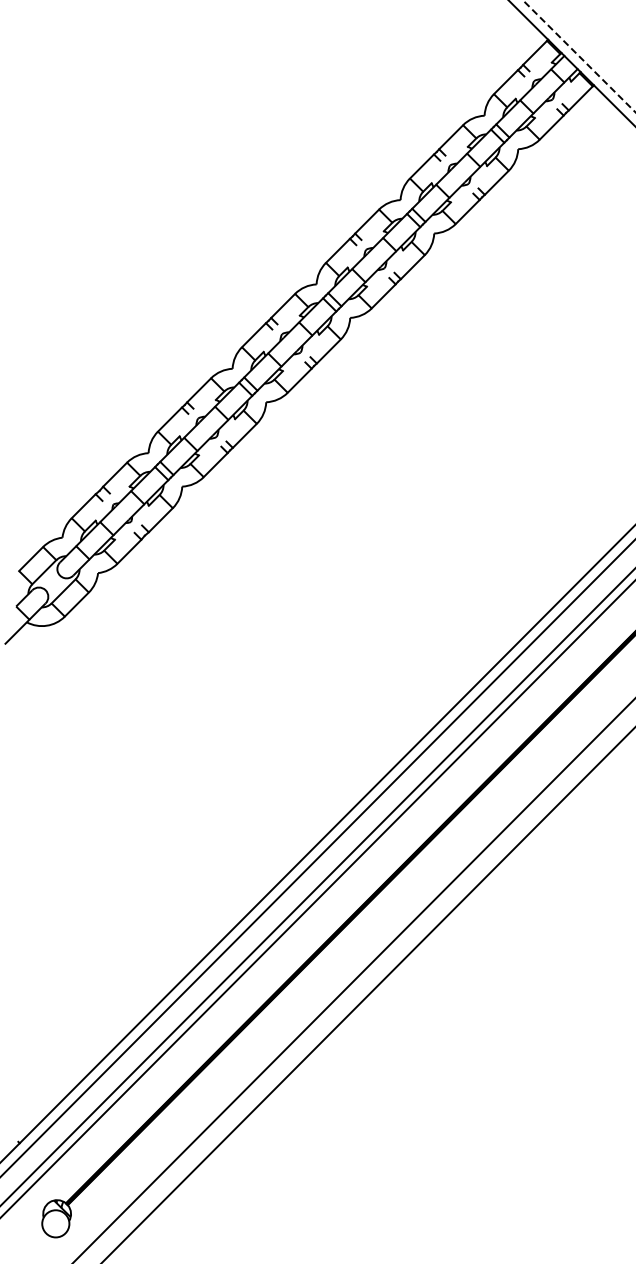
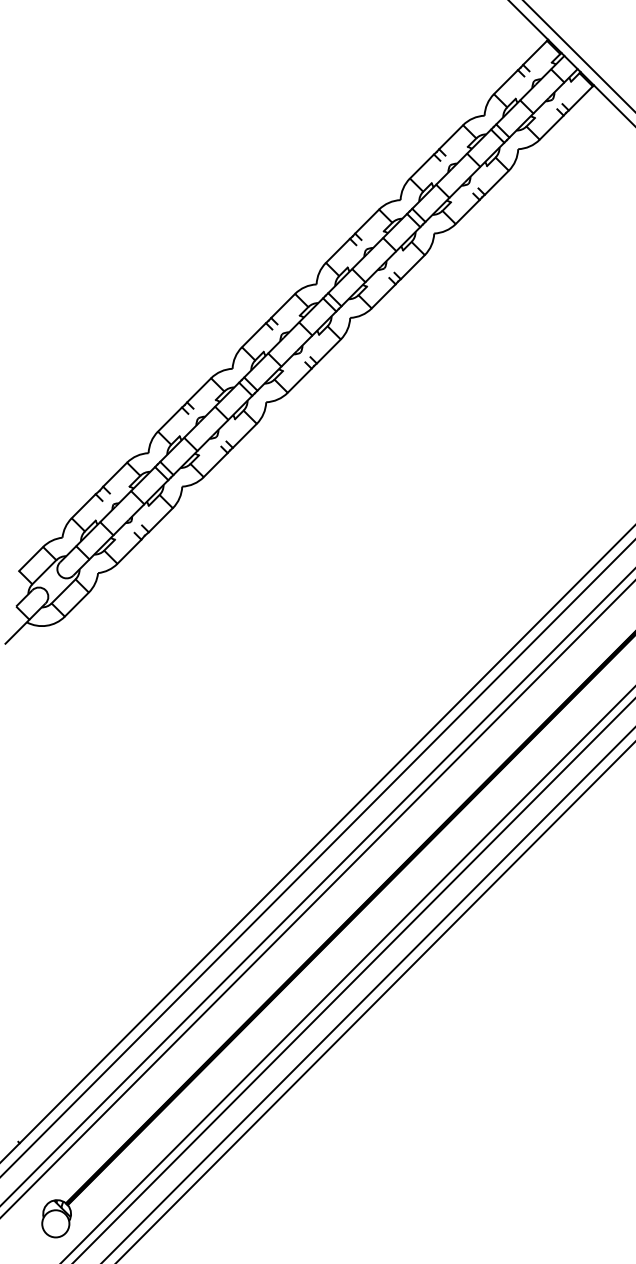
line at (579, 56): dashed -> solid
line at (347, 974): none -> present
line at (375, 1002): none -> present
